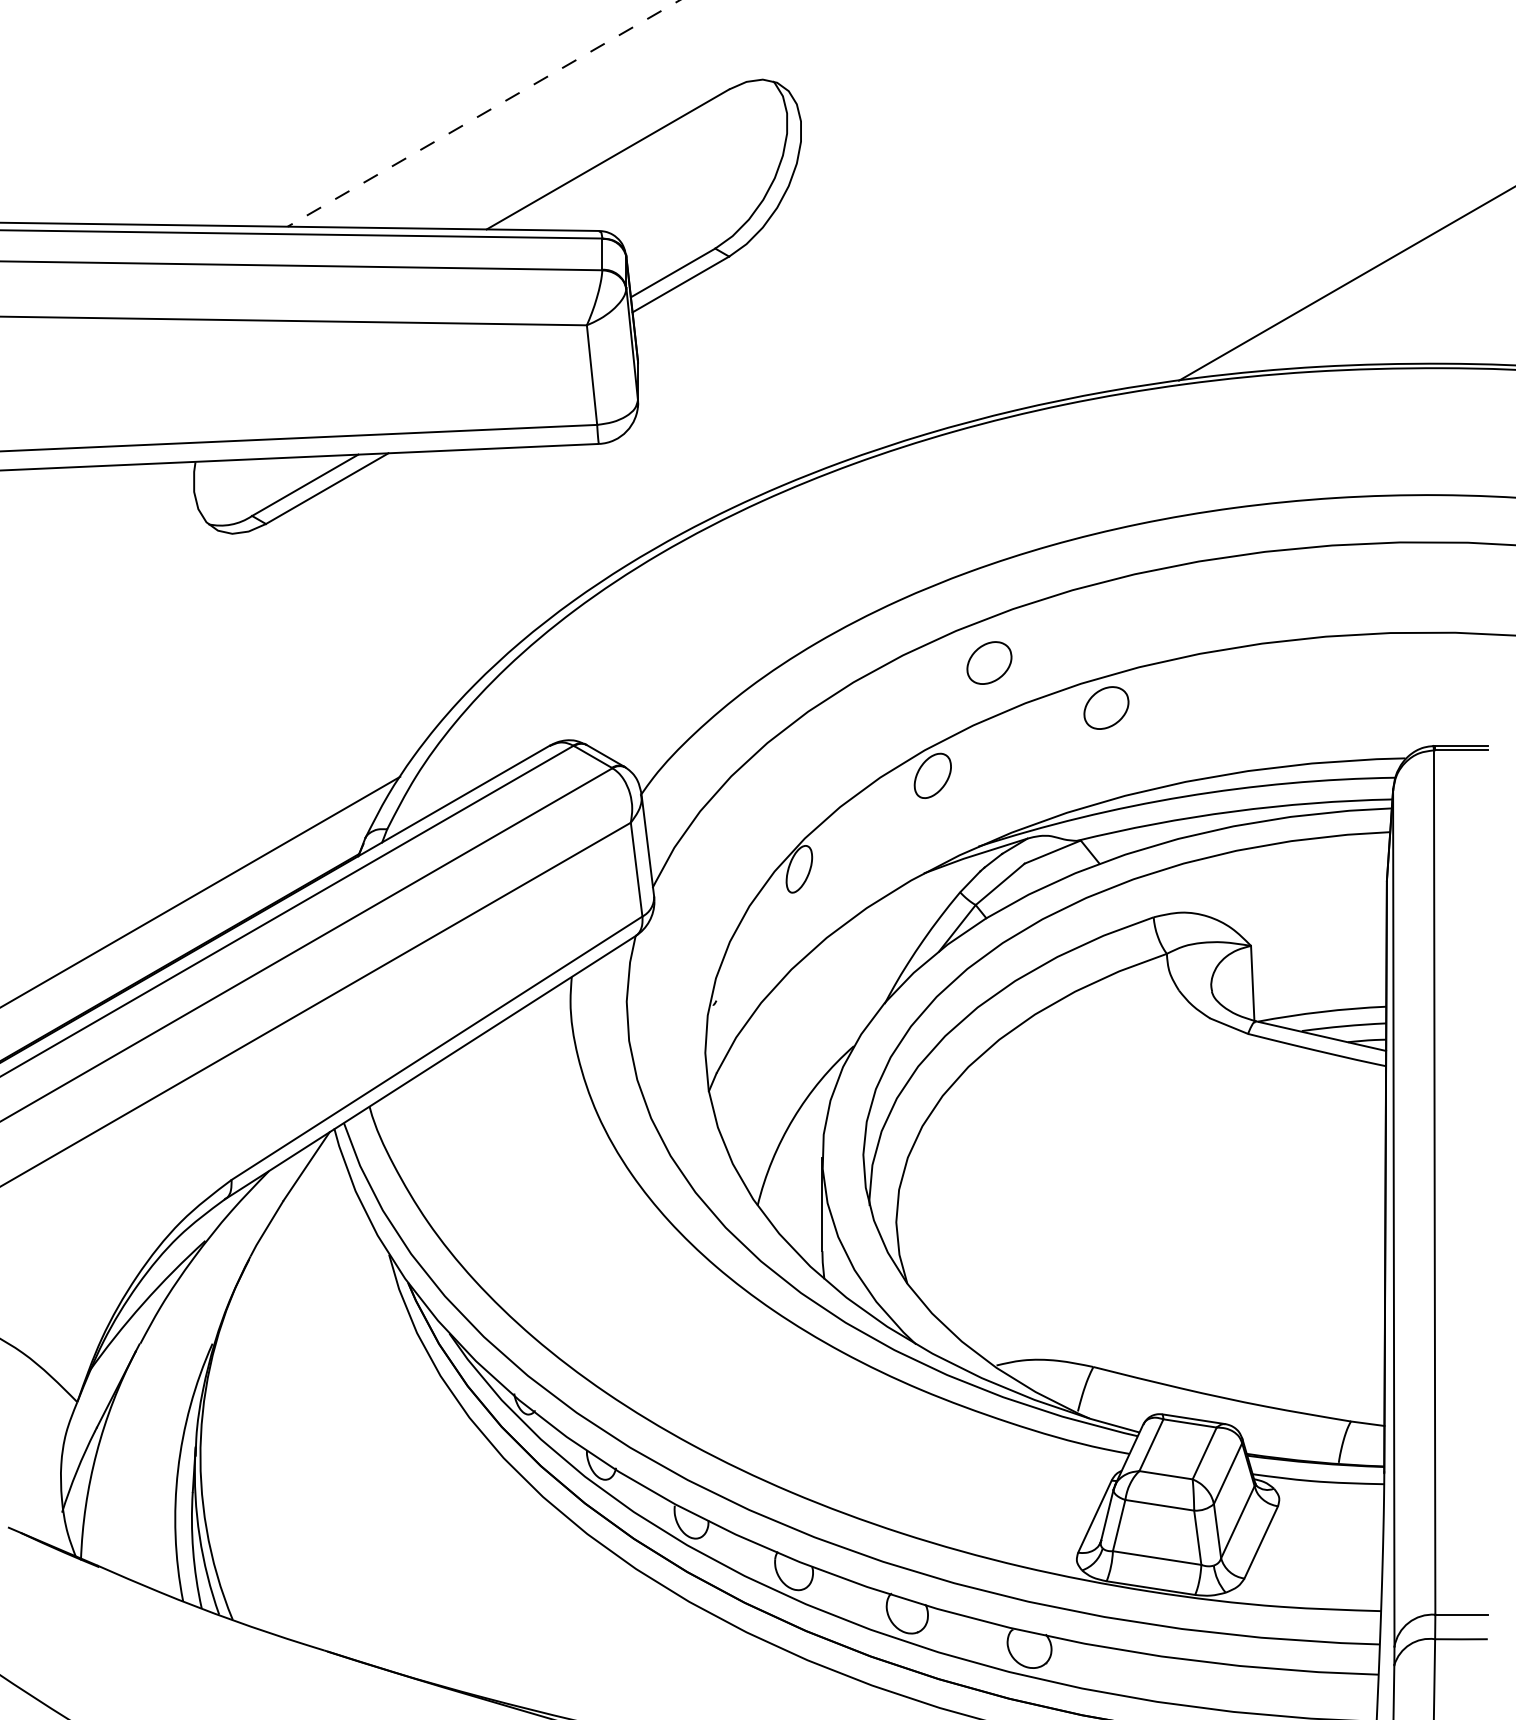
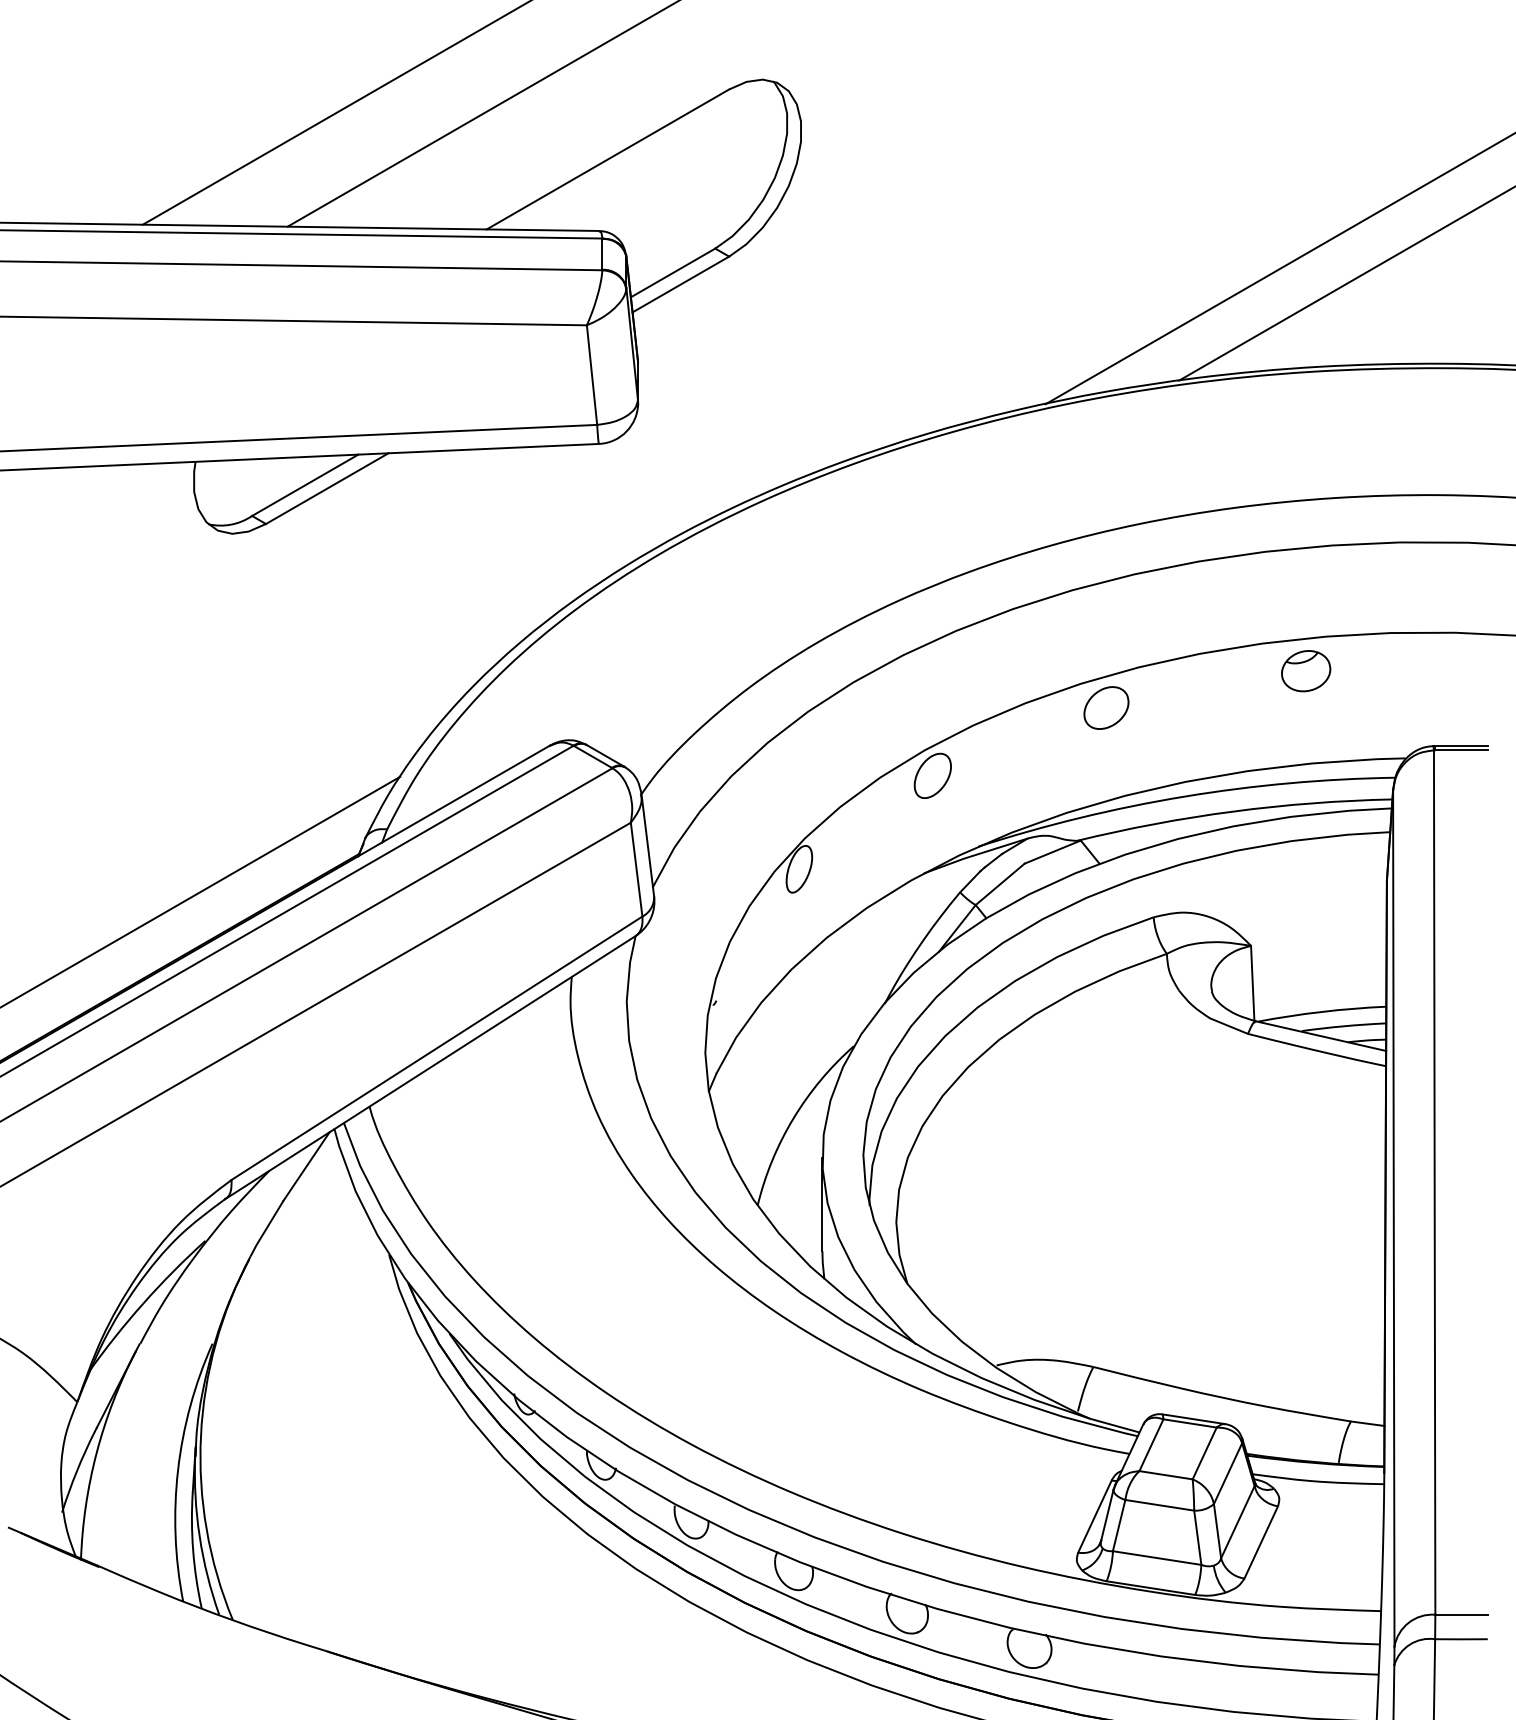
line at (335, 113): none -> present
line at (483, 113): dashed -> solid
line at (1278, 269): none -> present
part at (989, 662): present -> none
part at (1306, 671): none -> present
